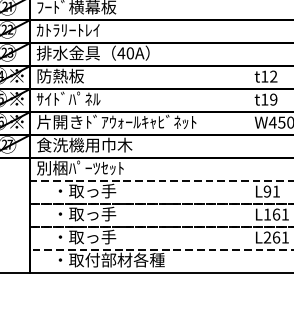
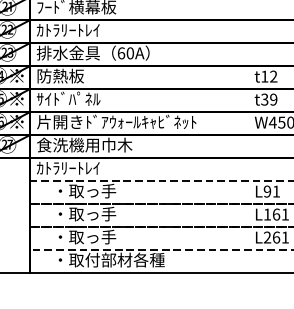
text at (121, 53): 40A -> 60A
text at (264, 99): t19 -> t39
text at (80, 167): 別梱ﾊﾟｰﾂｾｯﾄ -> ｶﾄﾗﾘｰﾄﾚｲ
